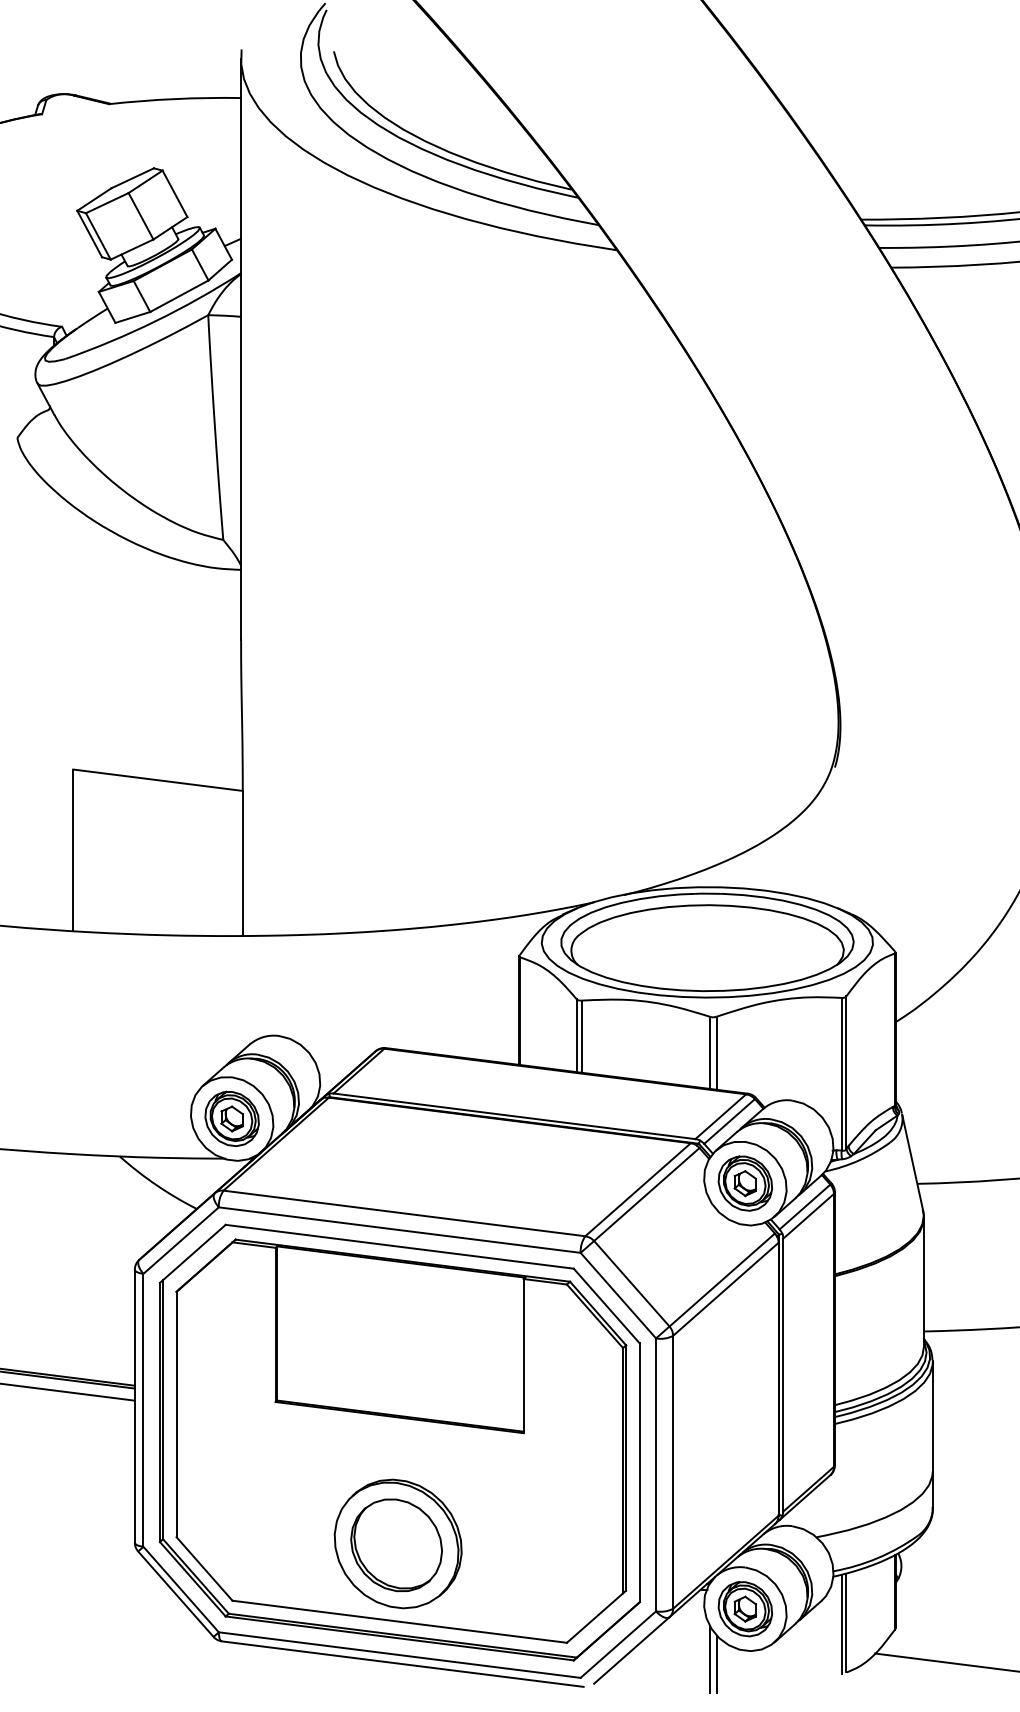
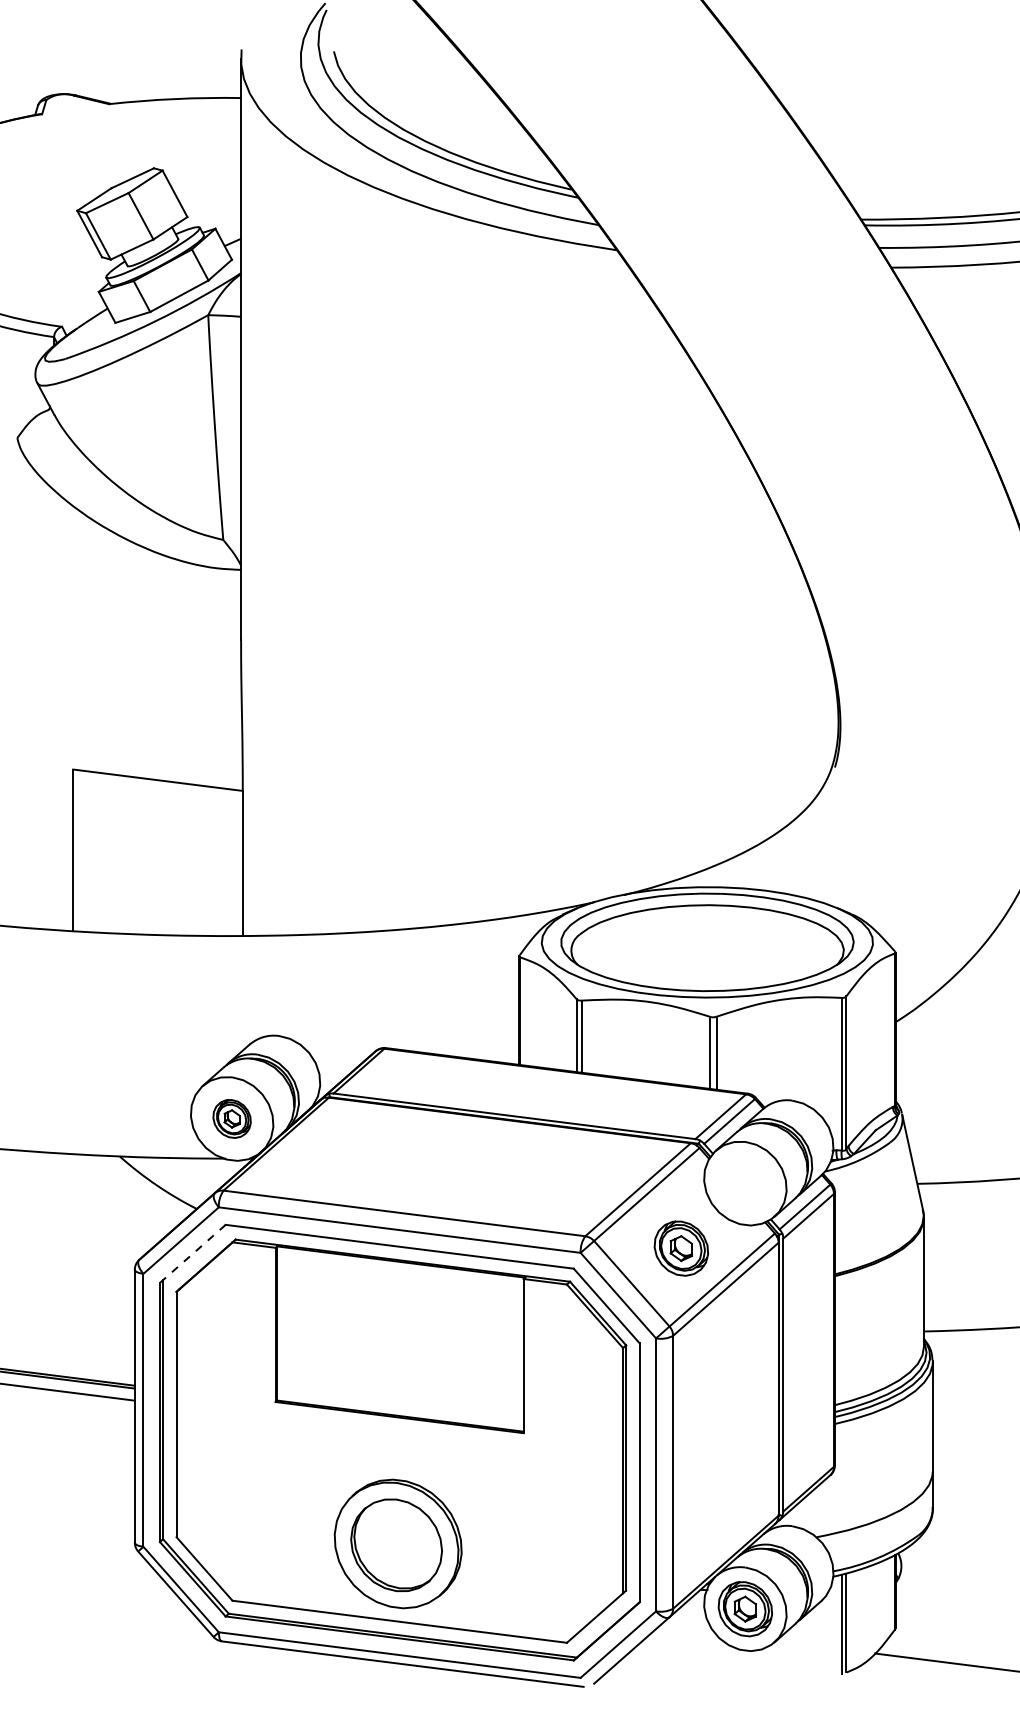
part at (231, 1118) size: 56x58 px -> 40x40 px
part at (744, 1183) position: (744, 1183) -> (680, 1248)
line at (192, 1253): solid -> dashed
line at (709, 1659): present -> none
line at (716, 1663): present -> none
